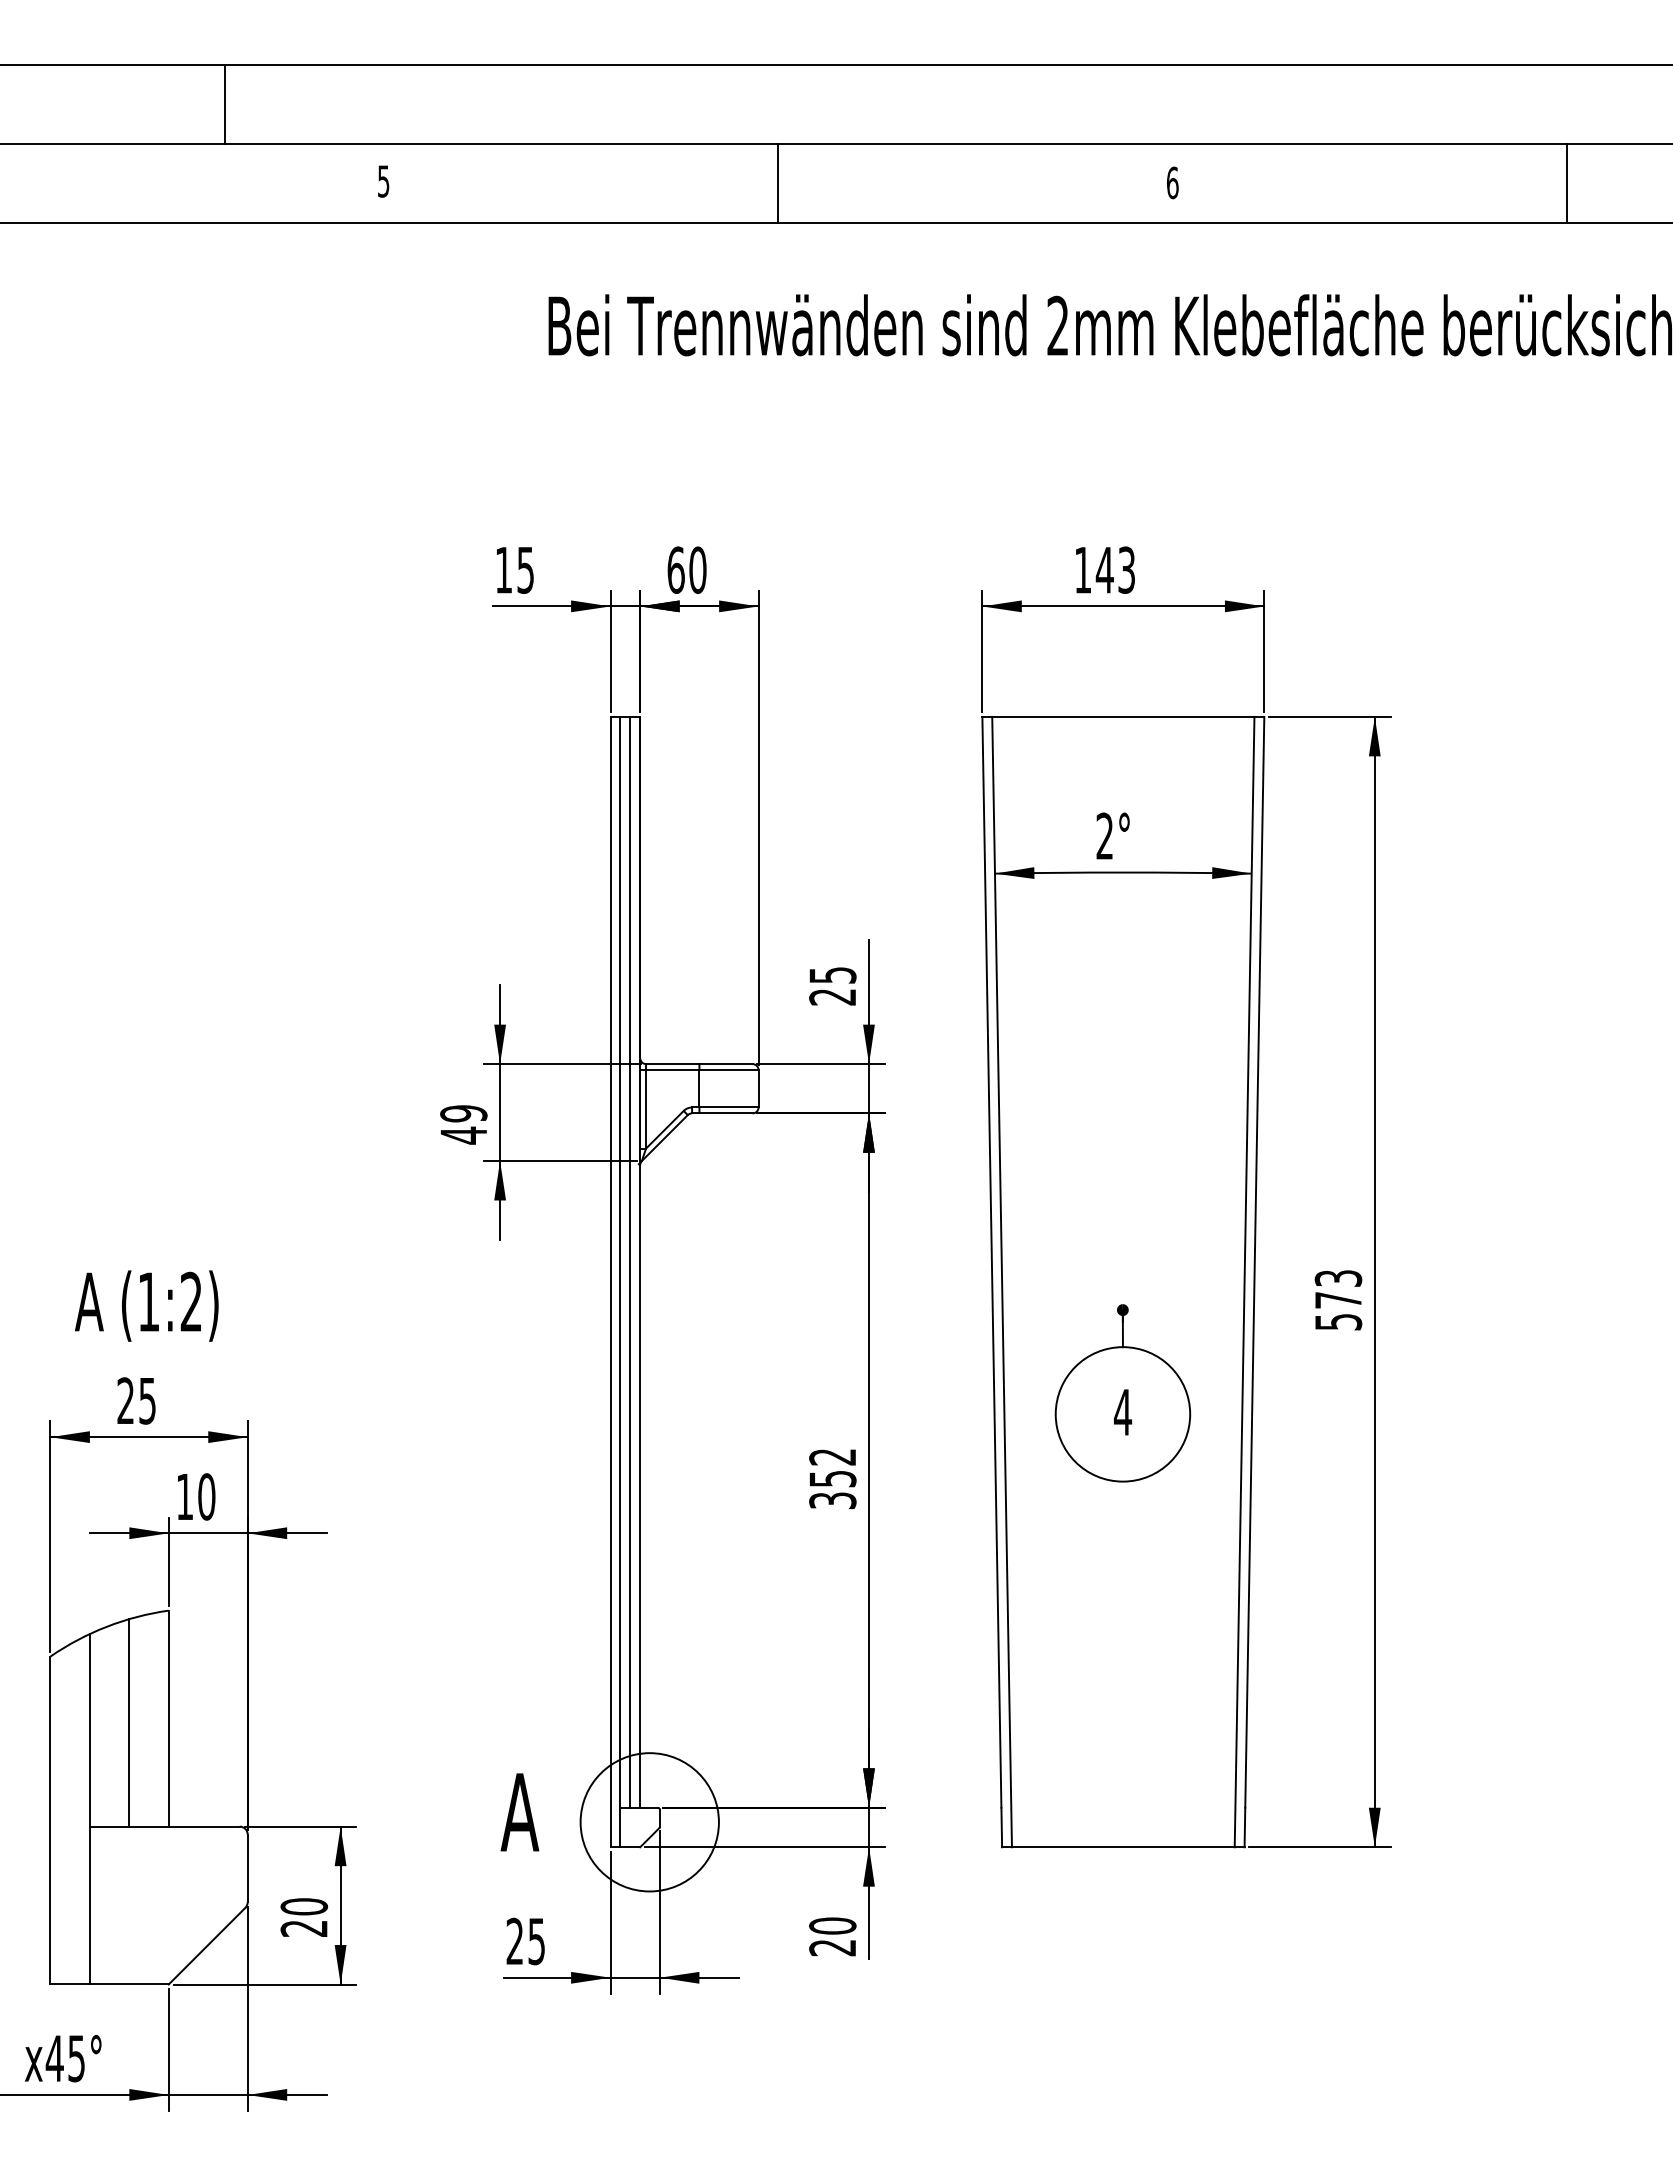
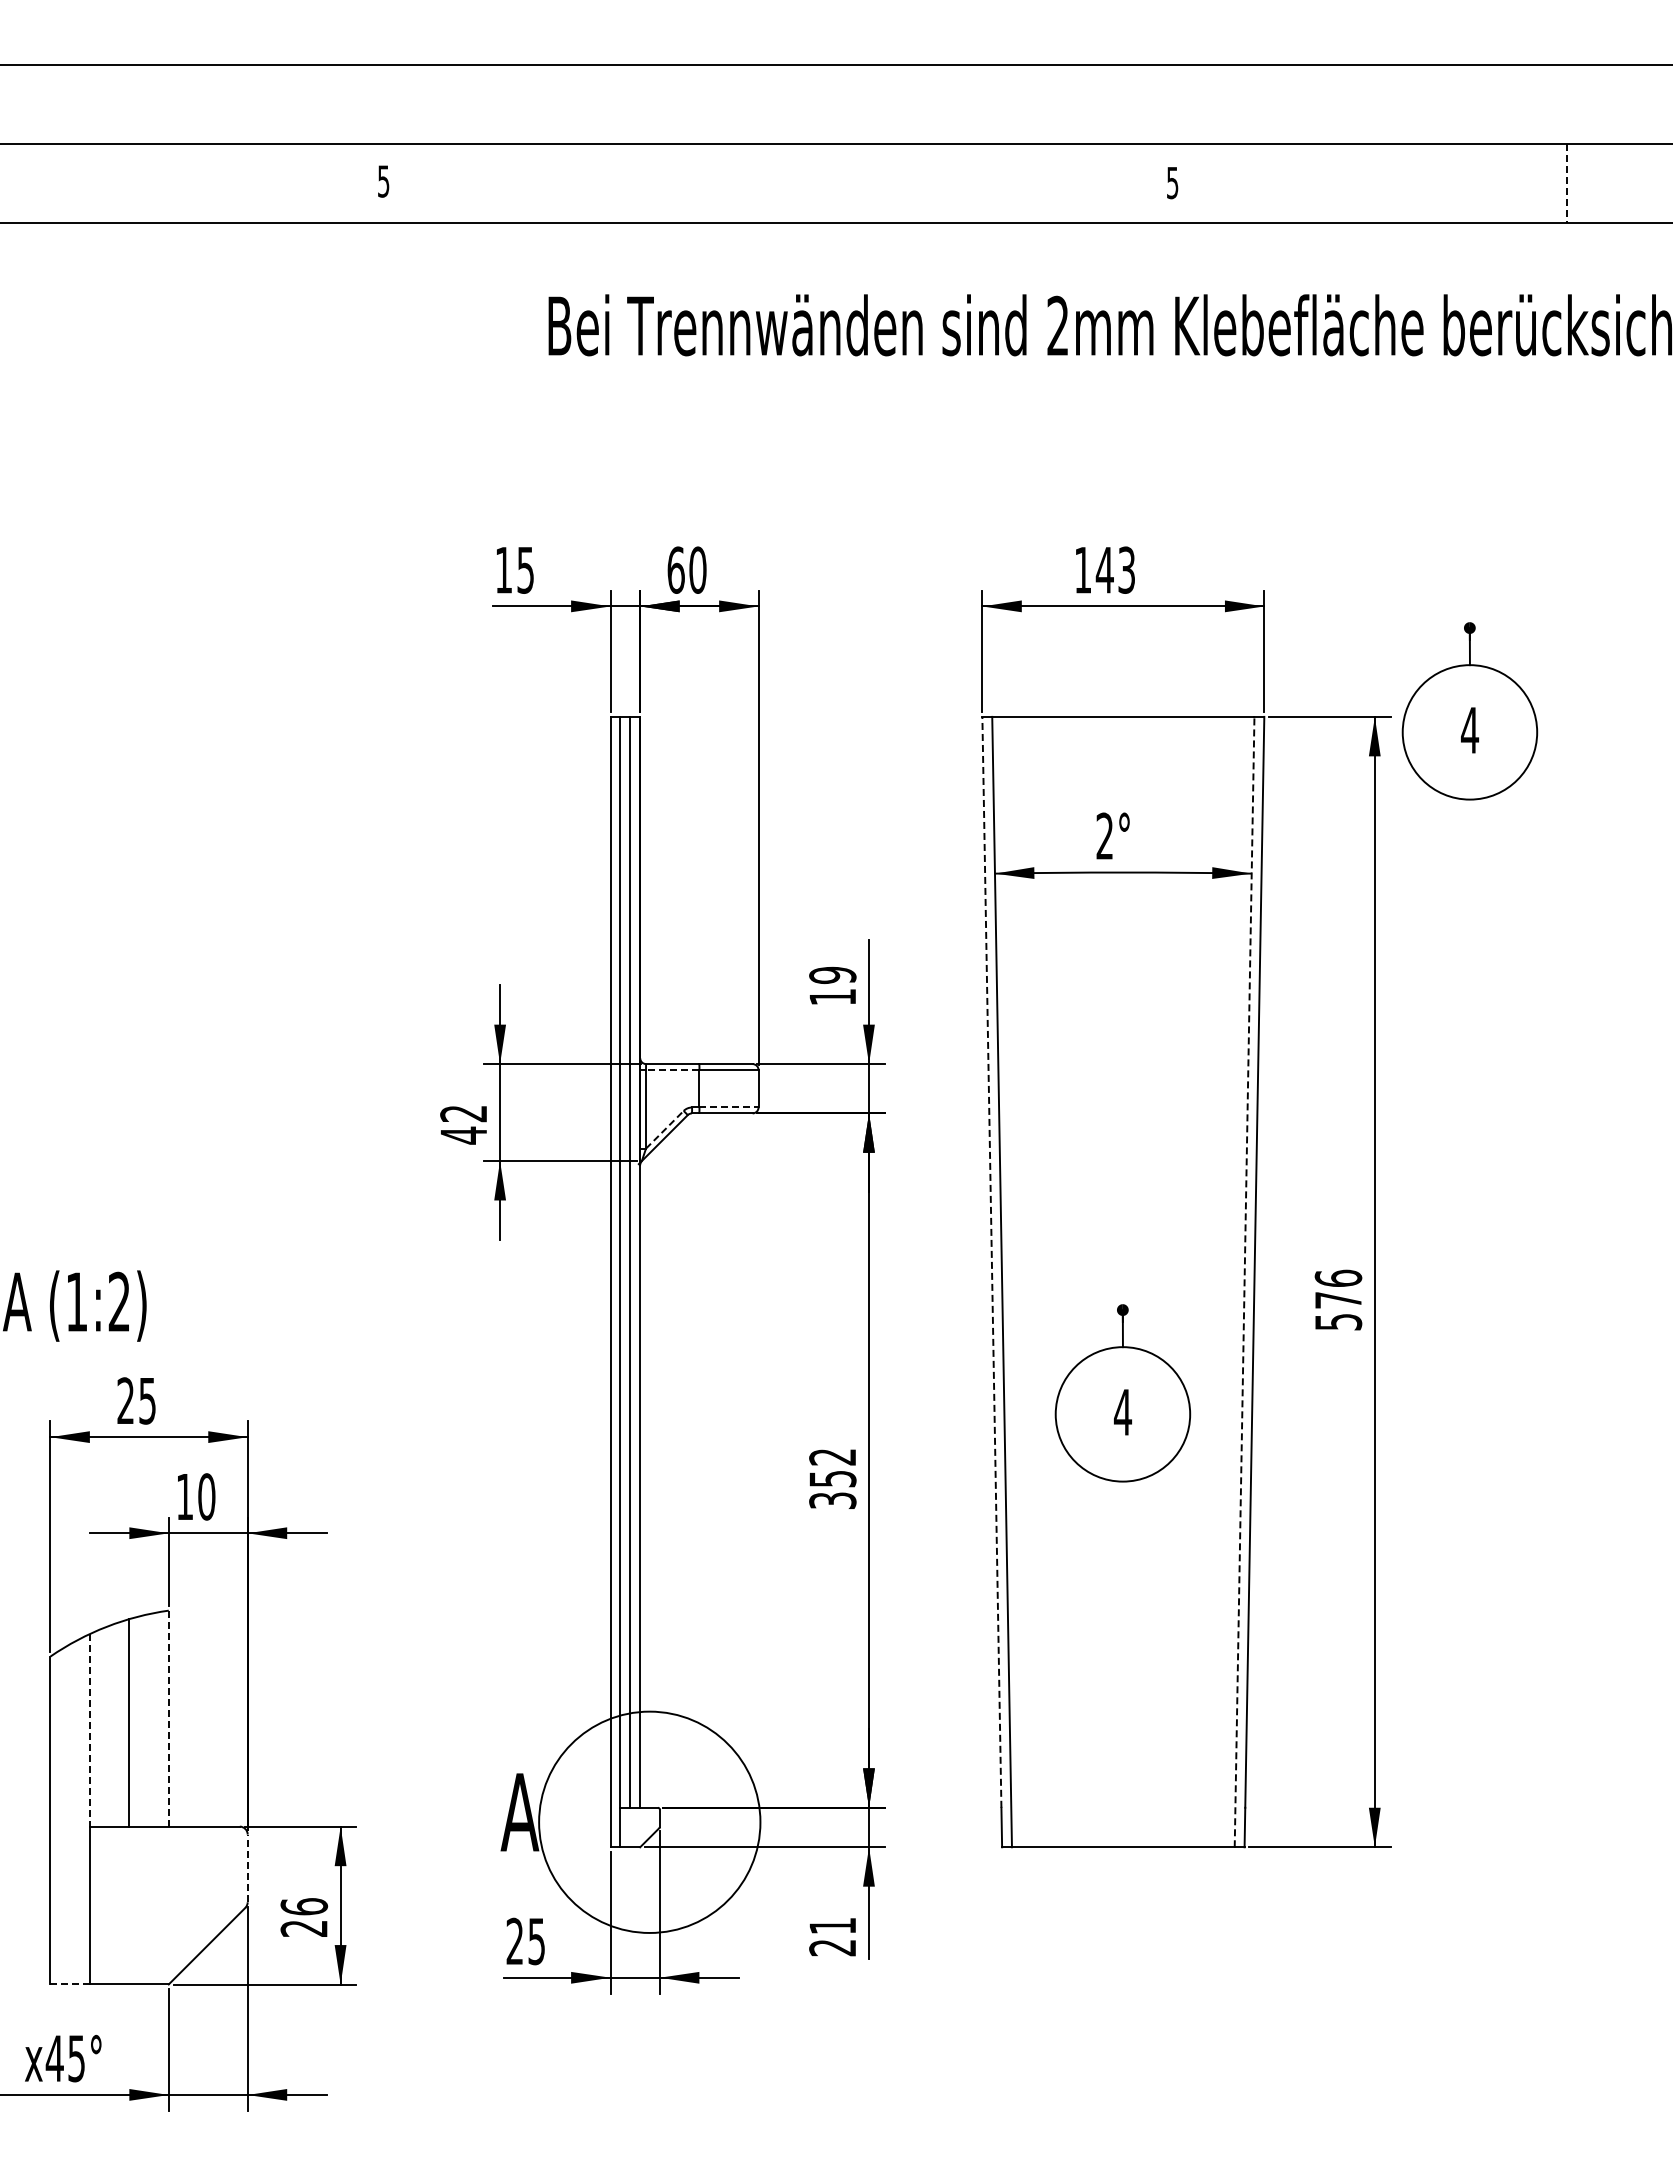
line at (225, 104): present -> none
text at (1172, 182): 6 -> 5
line at (777, 183): present -> none
line at (1566, 184): solid -> dashed
part at (1469, 711): none -> present
text at (832, 985): 25 -> 19
line at (672, 1070): solid -> dashed
line at (729, 1107): solid -> dashed
text at (463, 1113): 49 -> 42
line at (664, 1129): solid -> dashed
line at (991, 1262): solid -> dashed
text at (1338, 1277): 573 -> 576
line at (1244, 1281): solid -> dashed
text at (146, 1305) position: (146, 1305) -> (74, 1305)
line at (168, 1718): solid -> dashed
line at (89, 1730): solid -> dashed
circle at (649, 1822) diameter: 138 px -> 221 px
line at (247, 1868): solid -> dashed
text at (303, 1906): 20 -> 26
text at (832, 1925): 20 -> 21
line at (70, 1984): solid -> dashed
